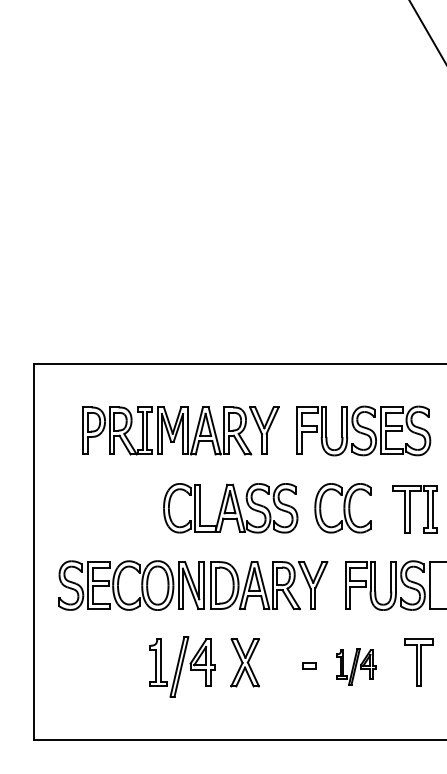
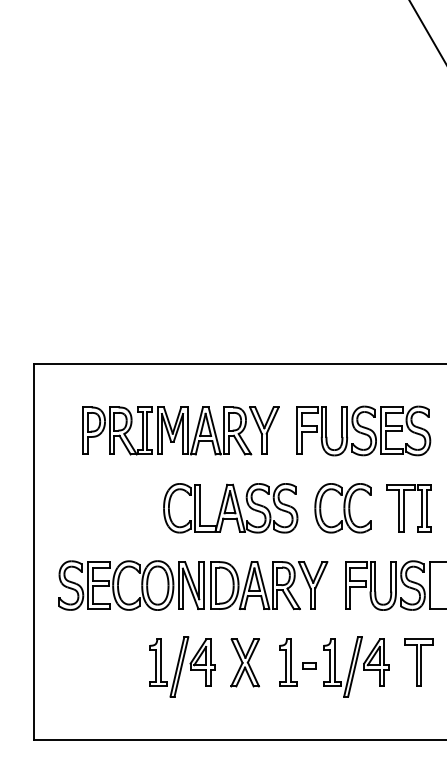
part at (414, 509) position: (414, 509) -> (408, 508)
part at (288, 662): none -> present
part at (356, 666) size: 41x38 px -> 67x62 px
